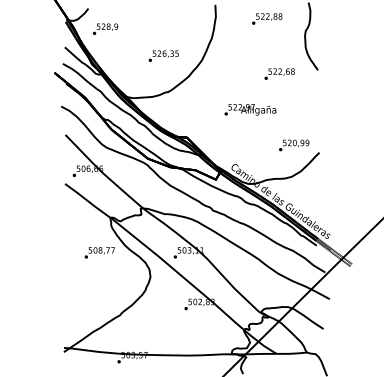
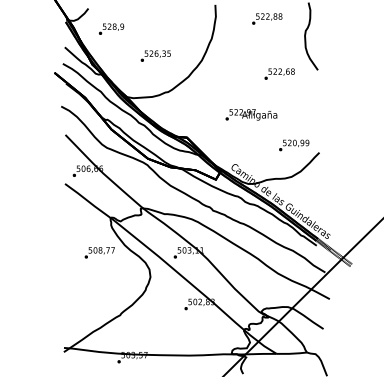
text at (105, 28) position: (105, 28) -> (111, 28)
text at (163, 55) position: (163, 55) -> (155, 55)
text at (250, 109) position: (250, 109) -> (251, 114)
